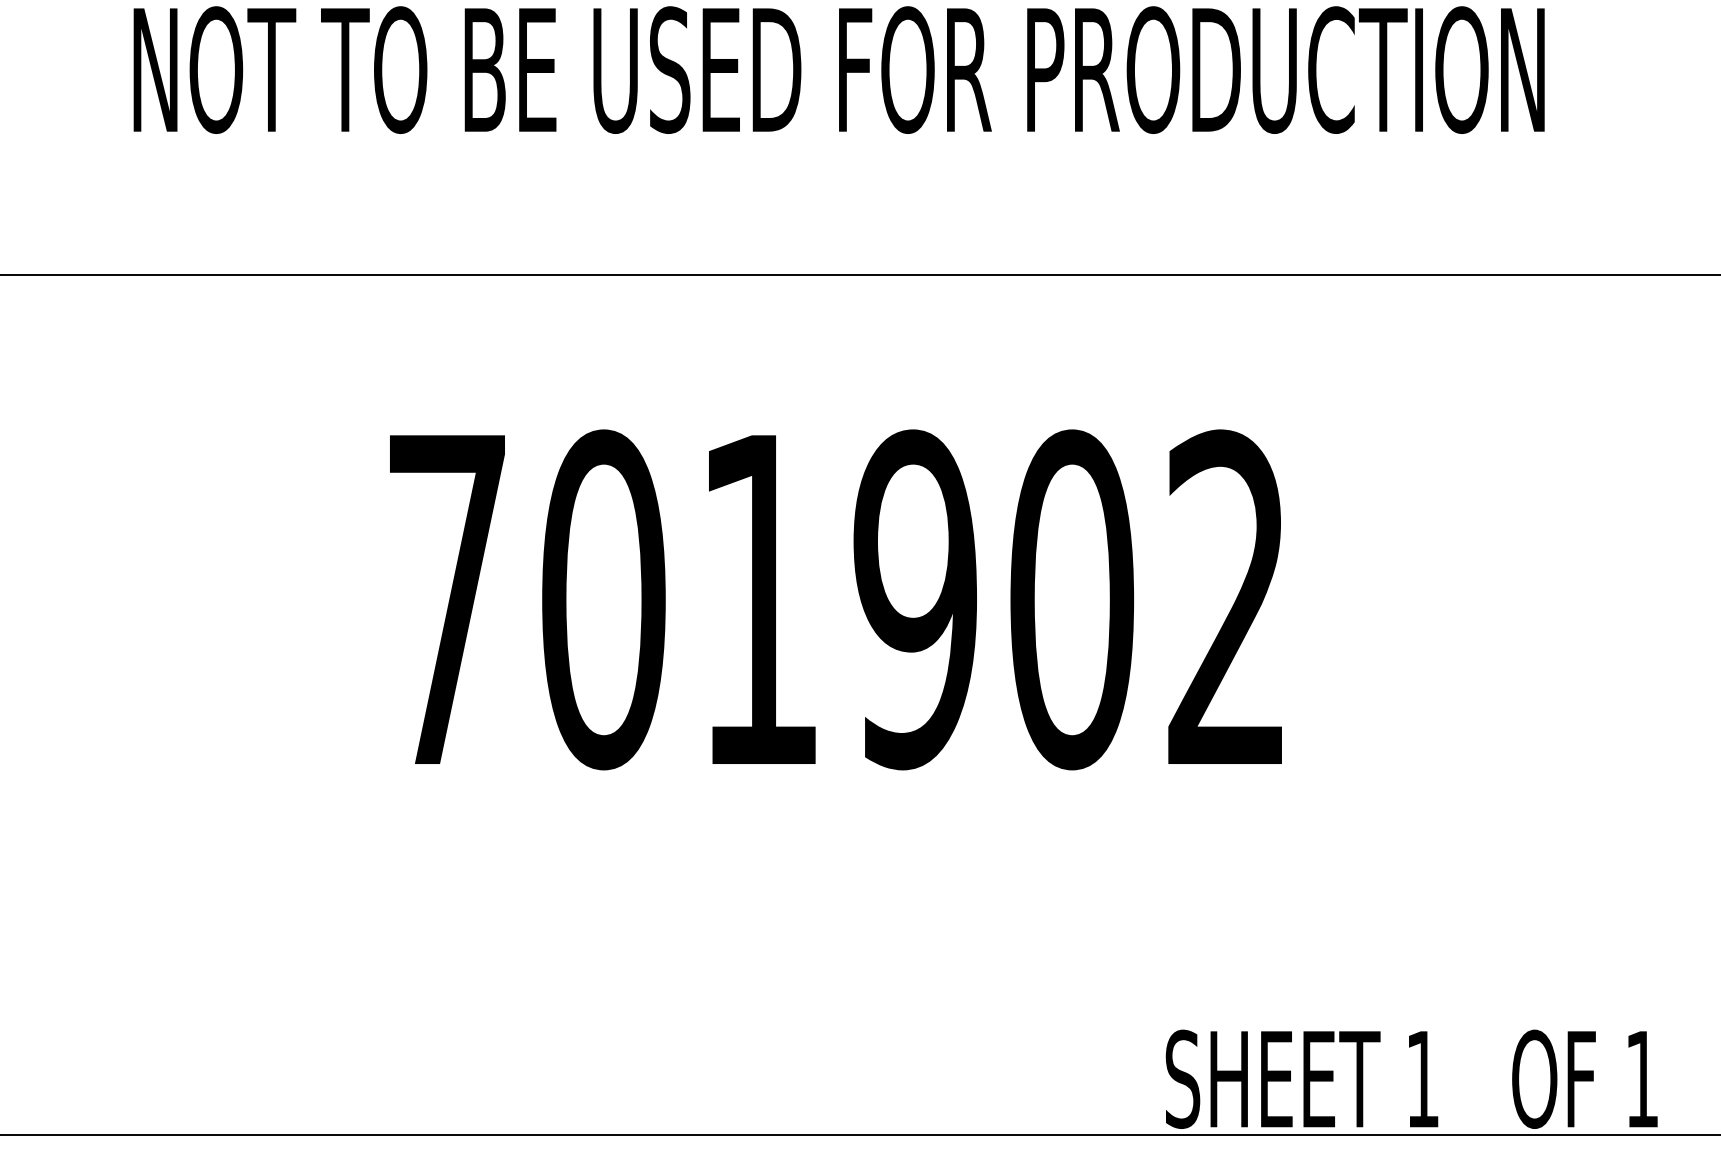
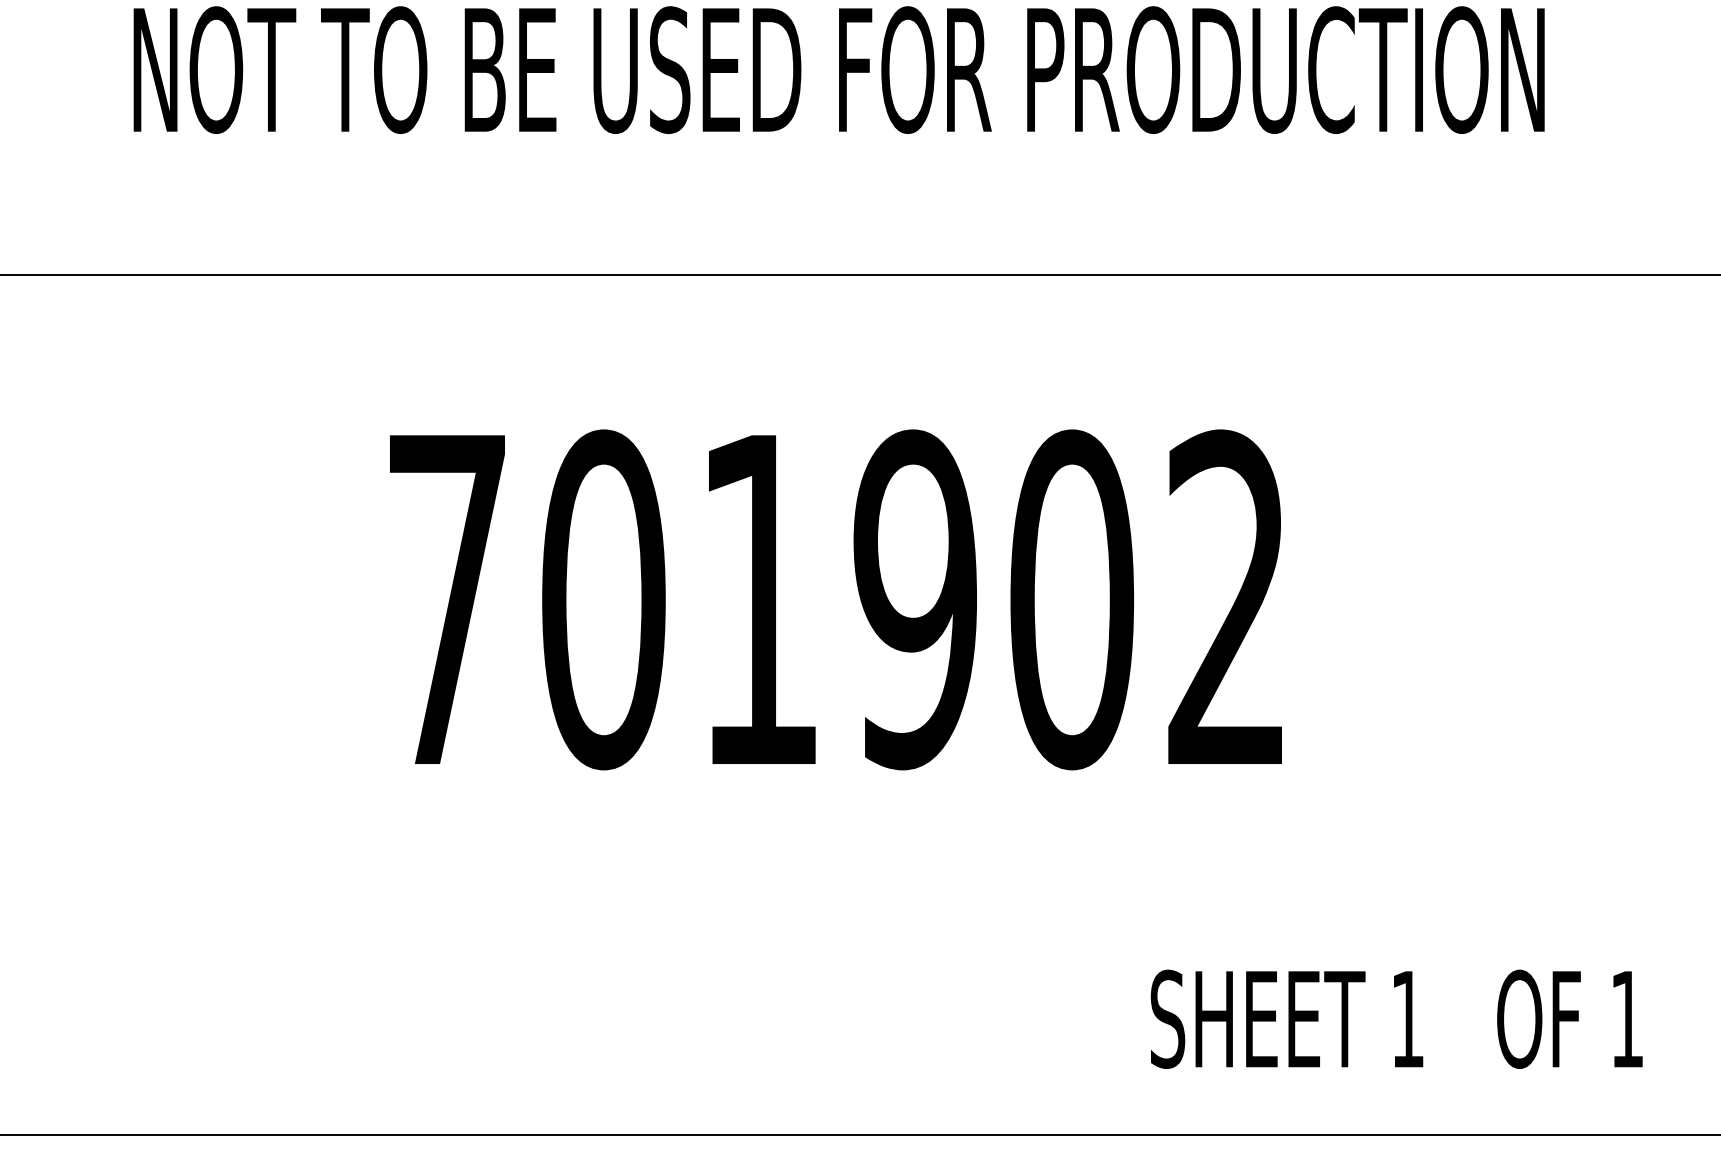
text at (1411, 1078) position: (1411, 1078) -> (1396, 1018)
